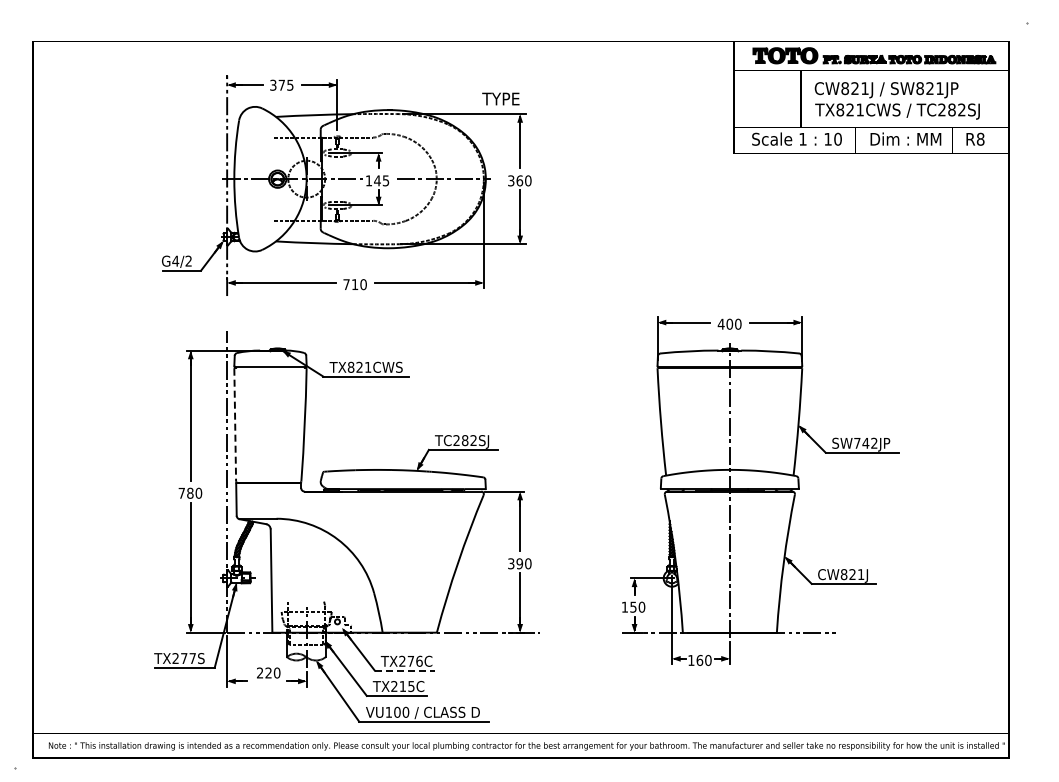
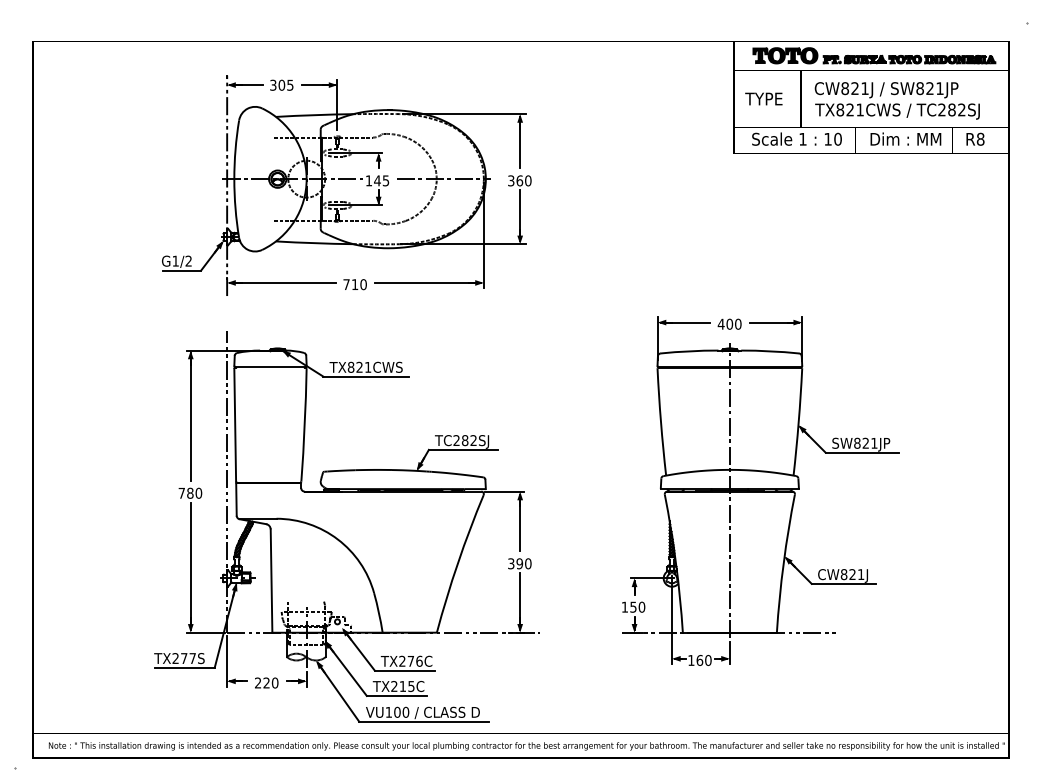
text at (281, 84): 375 -> 305
text at (500, 98) position: (500, 98) -> (763, 98)
text at (175, 260): G4/2 -> G1/2
line at (235, 425): dashed -> solid
text at (865, 442): SW742JP -> SW821JP
line at (404, 670): dashed -> solid
text at (268, 672) position: (268, 672) -> (266, 682)
